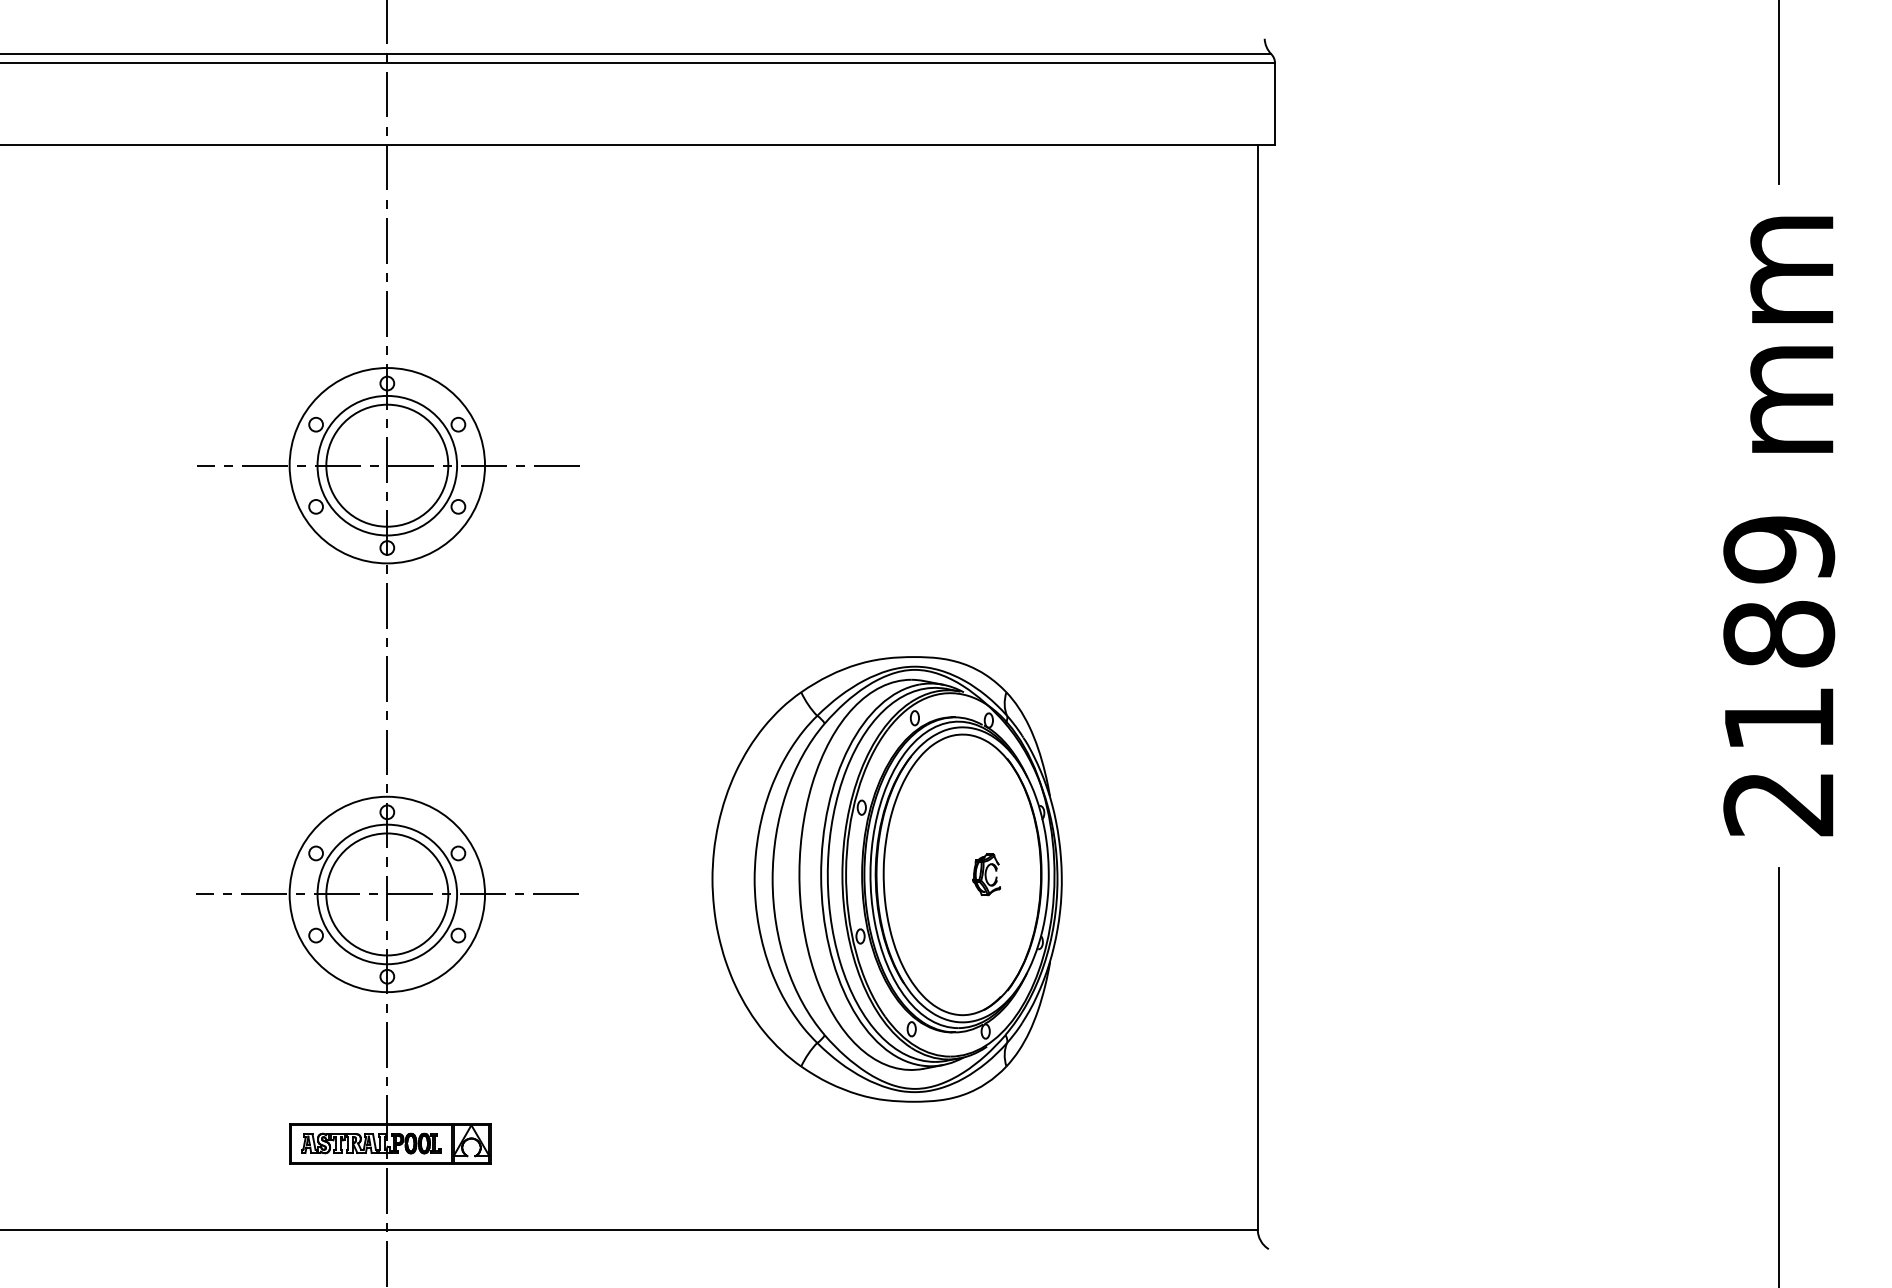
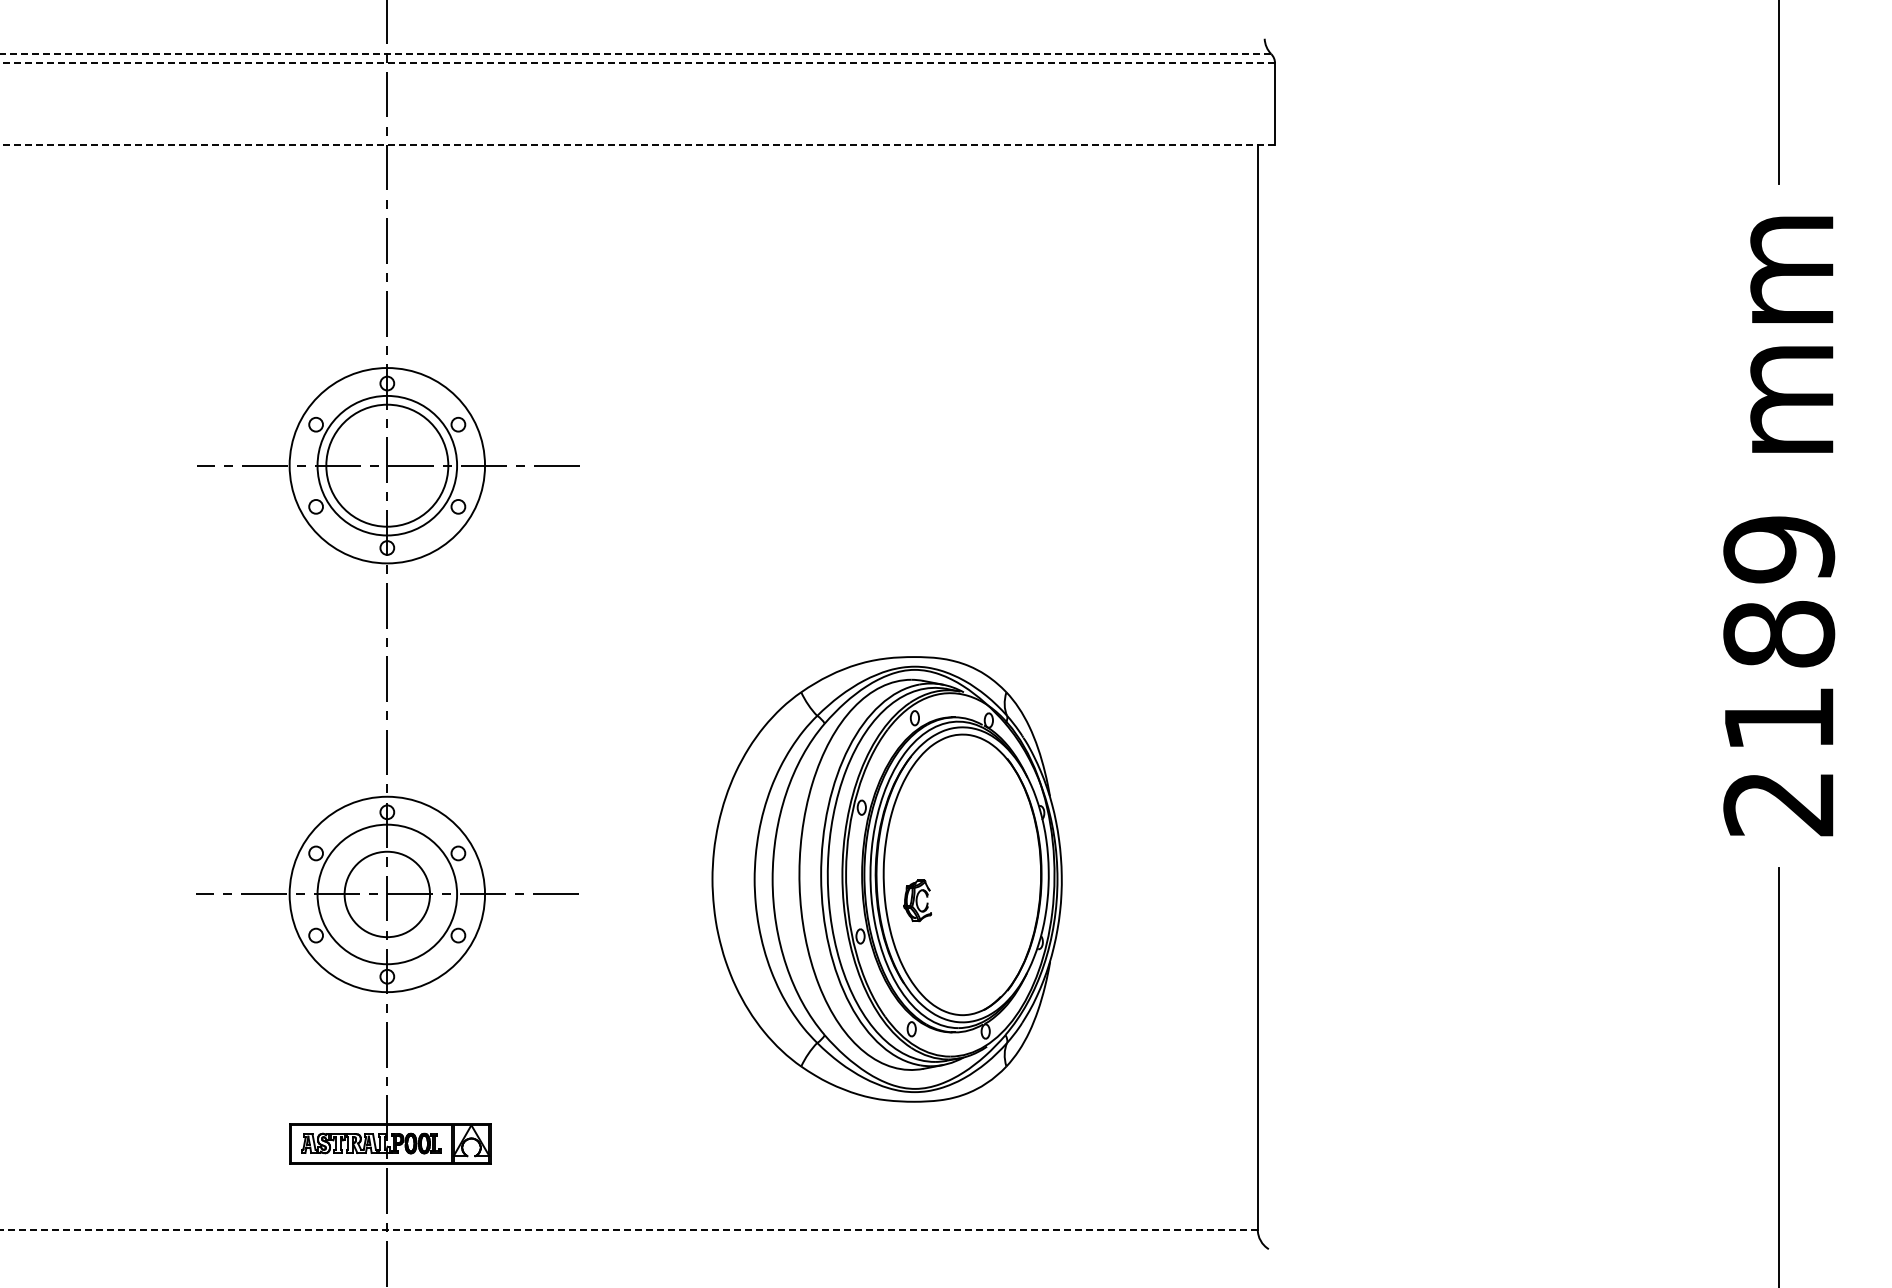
line at (635, 54): solid -> dashed
line at (637, 63): solid -> dashed
line at (637, 145): solid -> dashed
part at (986, 874) position: (986, 874) -> (917, 900)
circle at (387, 894) diameter: 122 px -> 85 px
line at (628, 1229): solid -> dashed
